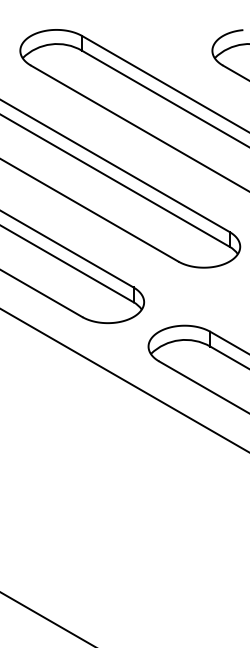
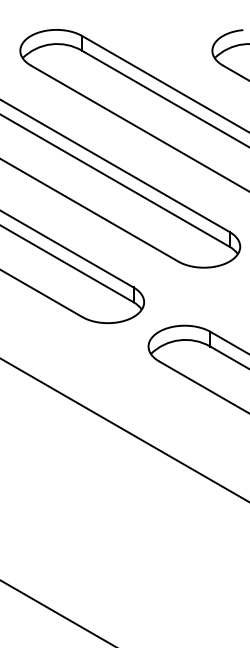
line at (124, 380) position: (124, 380) -> (124, 429)
line at (46, 618) position: (46, 618) -> (57, 612)
